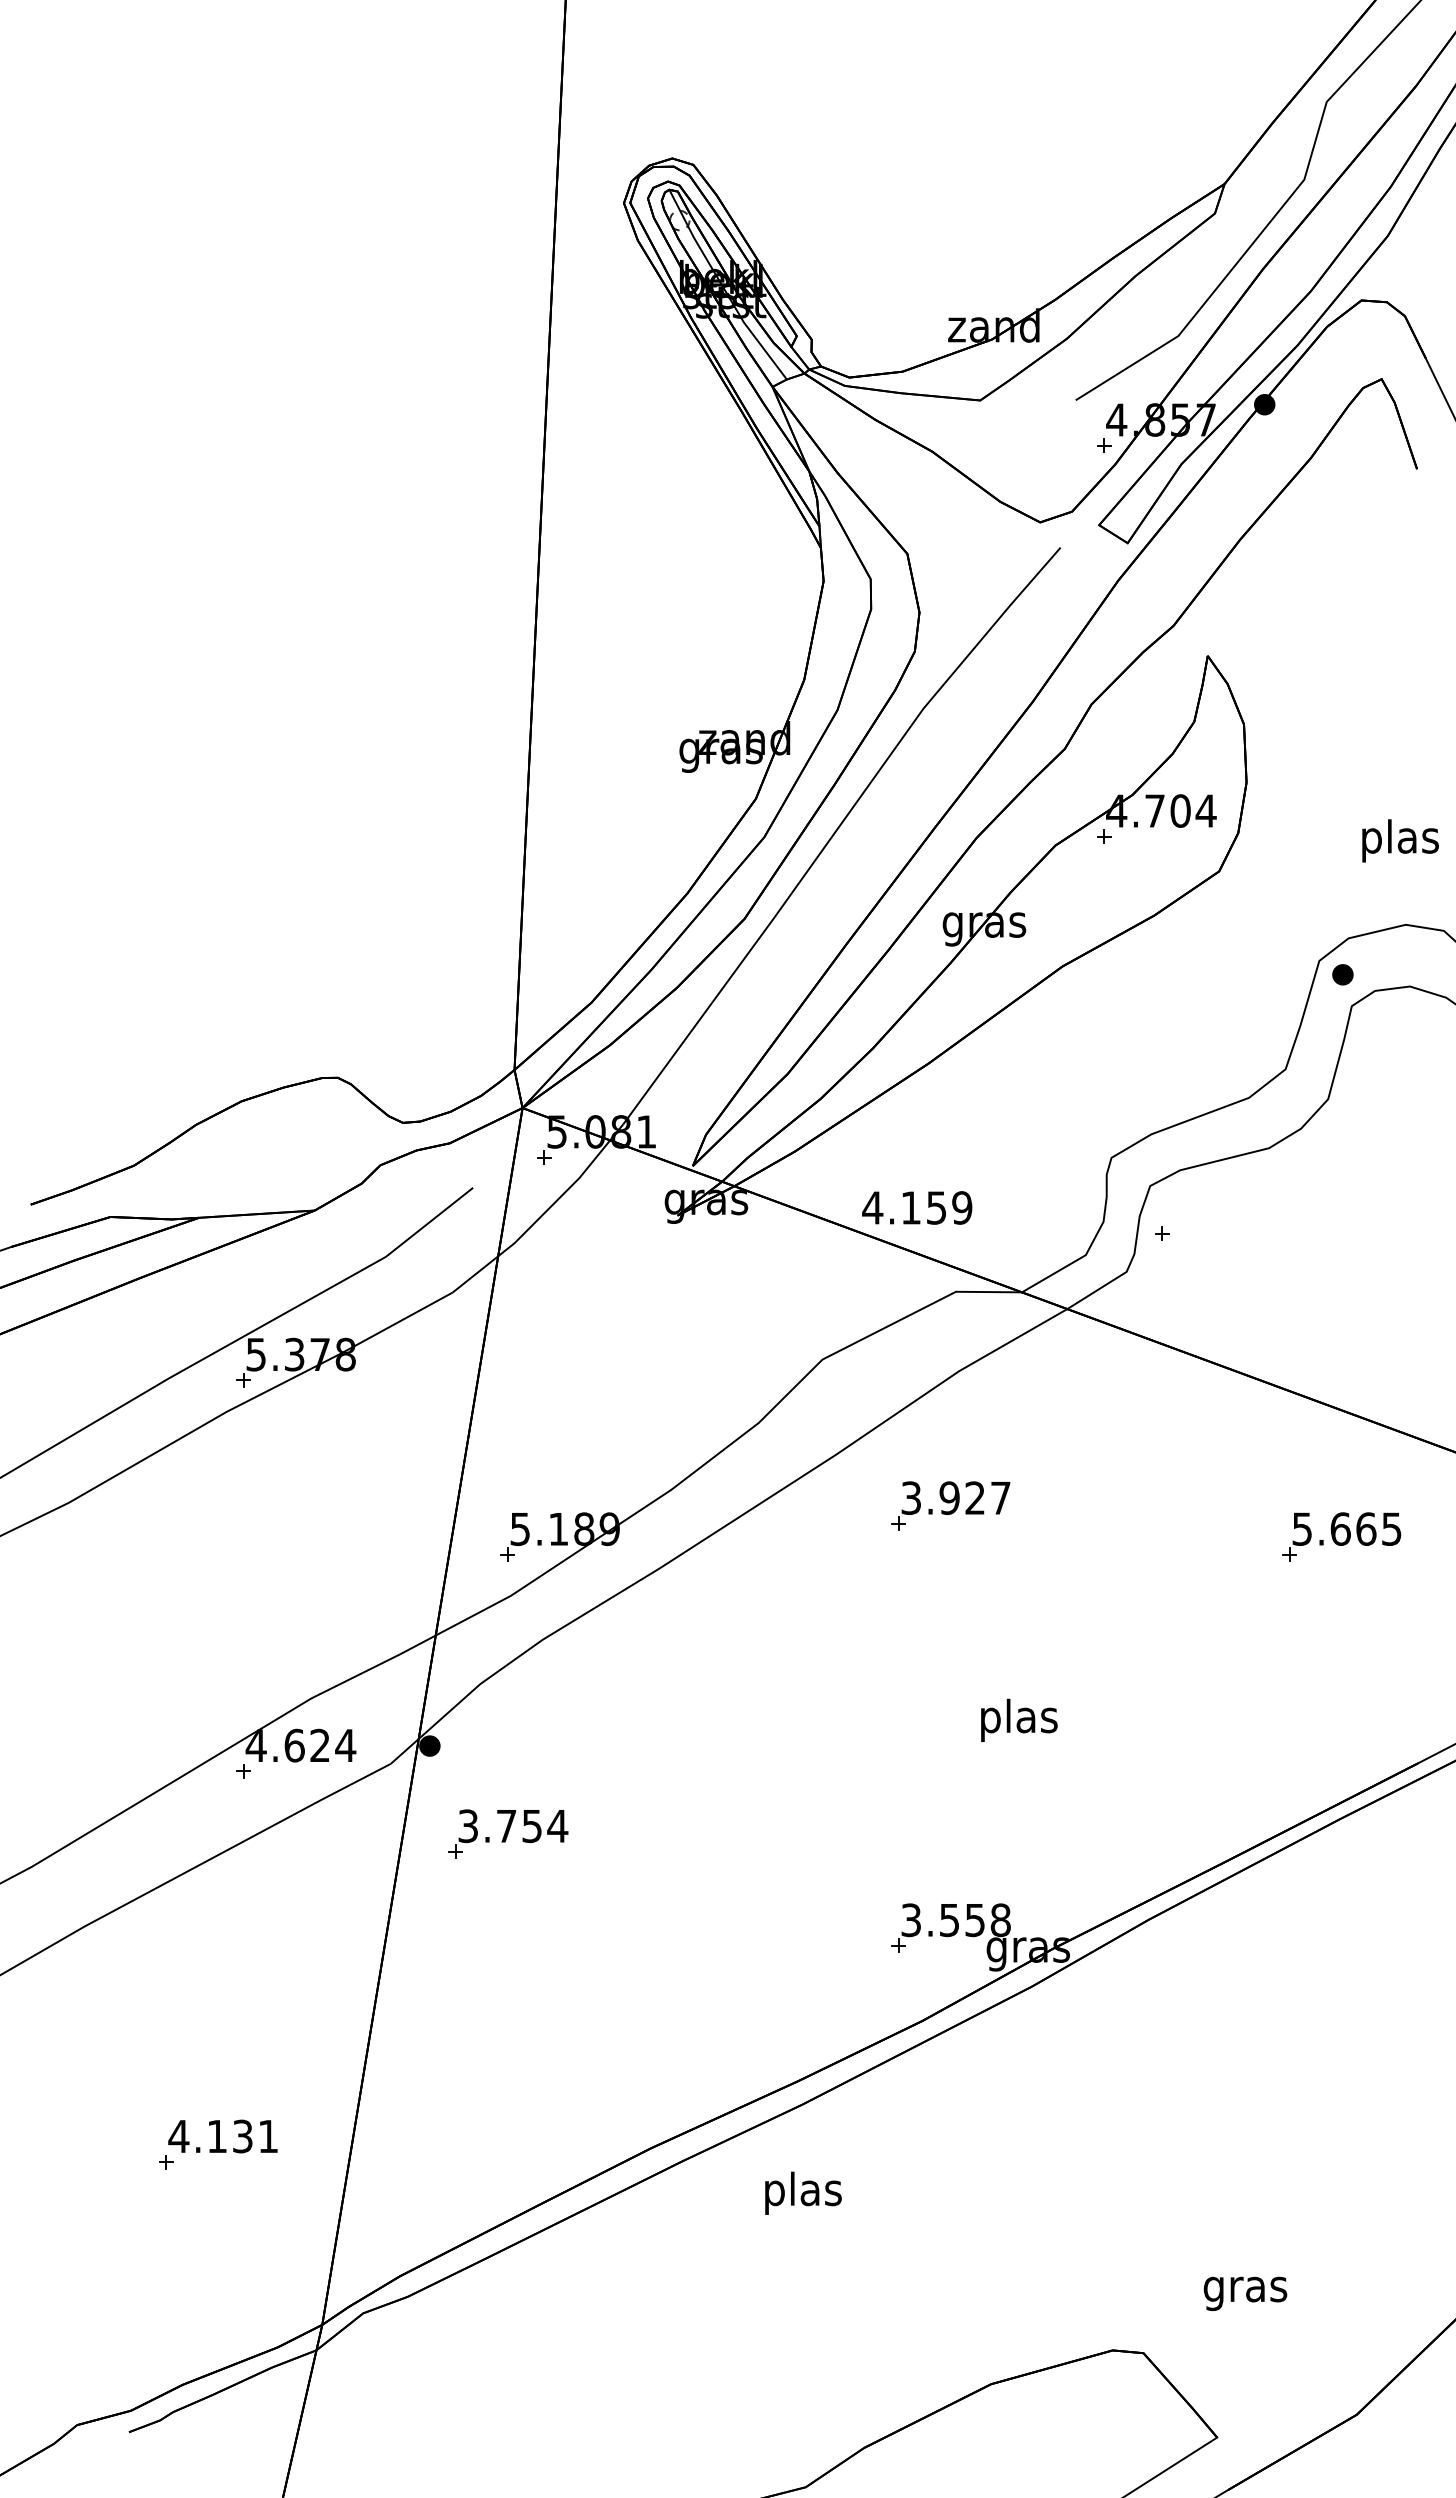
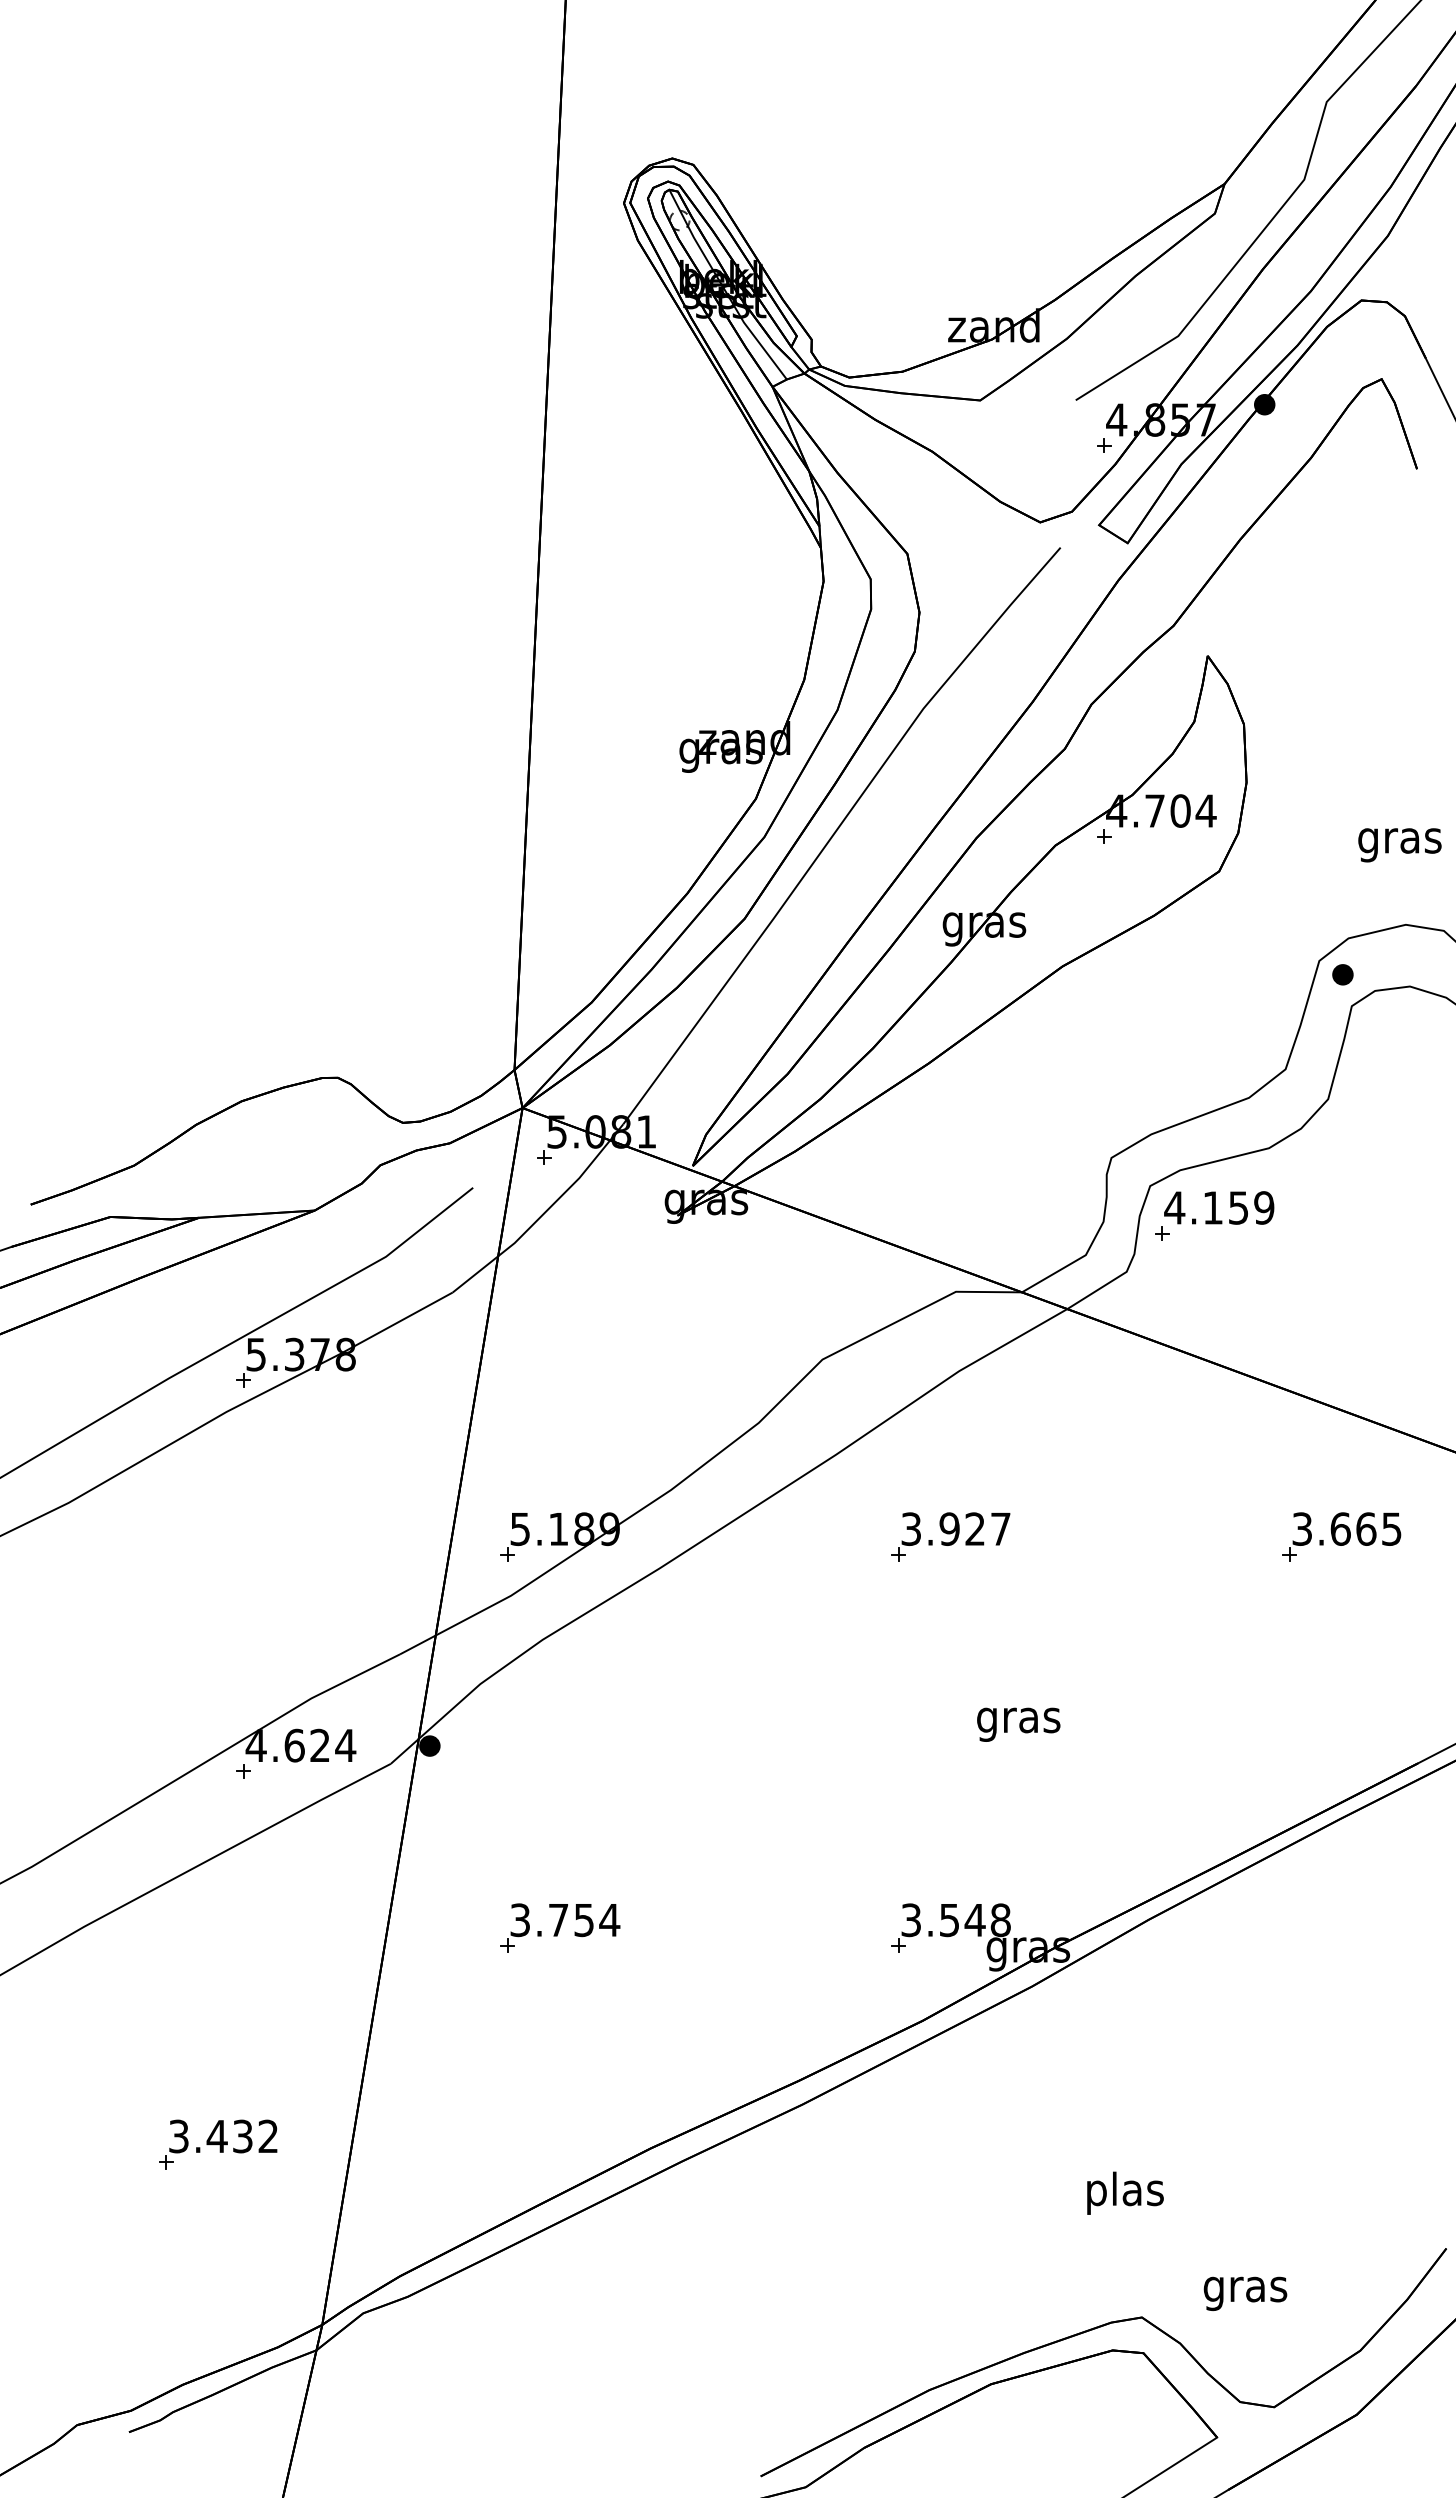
text at (1399, 840): plas -> gras
text at (917, 1207) position: (917, 1207) -> (1219, 1207)
part at (950, 1505) position: (950, 1505) -> (950, 1536)
text at (1302, 1528): 5.665 -> 3.665
text at (1018, 1719): plas -> gras
part at (508, 1833) position: (508, 1833) -> (560, 1927)
text at (974, 1920): 3.558 -> 3.548
text at (222, 2136): 4.131 -> 3.432
text at (803, 2192) position: (803, 2192) -> (1125, 2192)
part at (1092, 2330): none -> present
